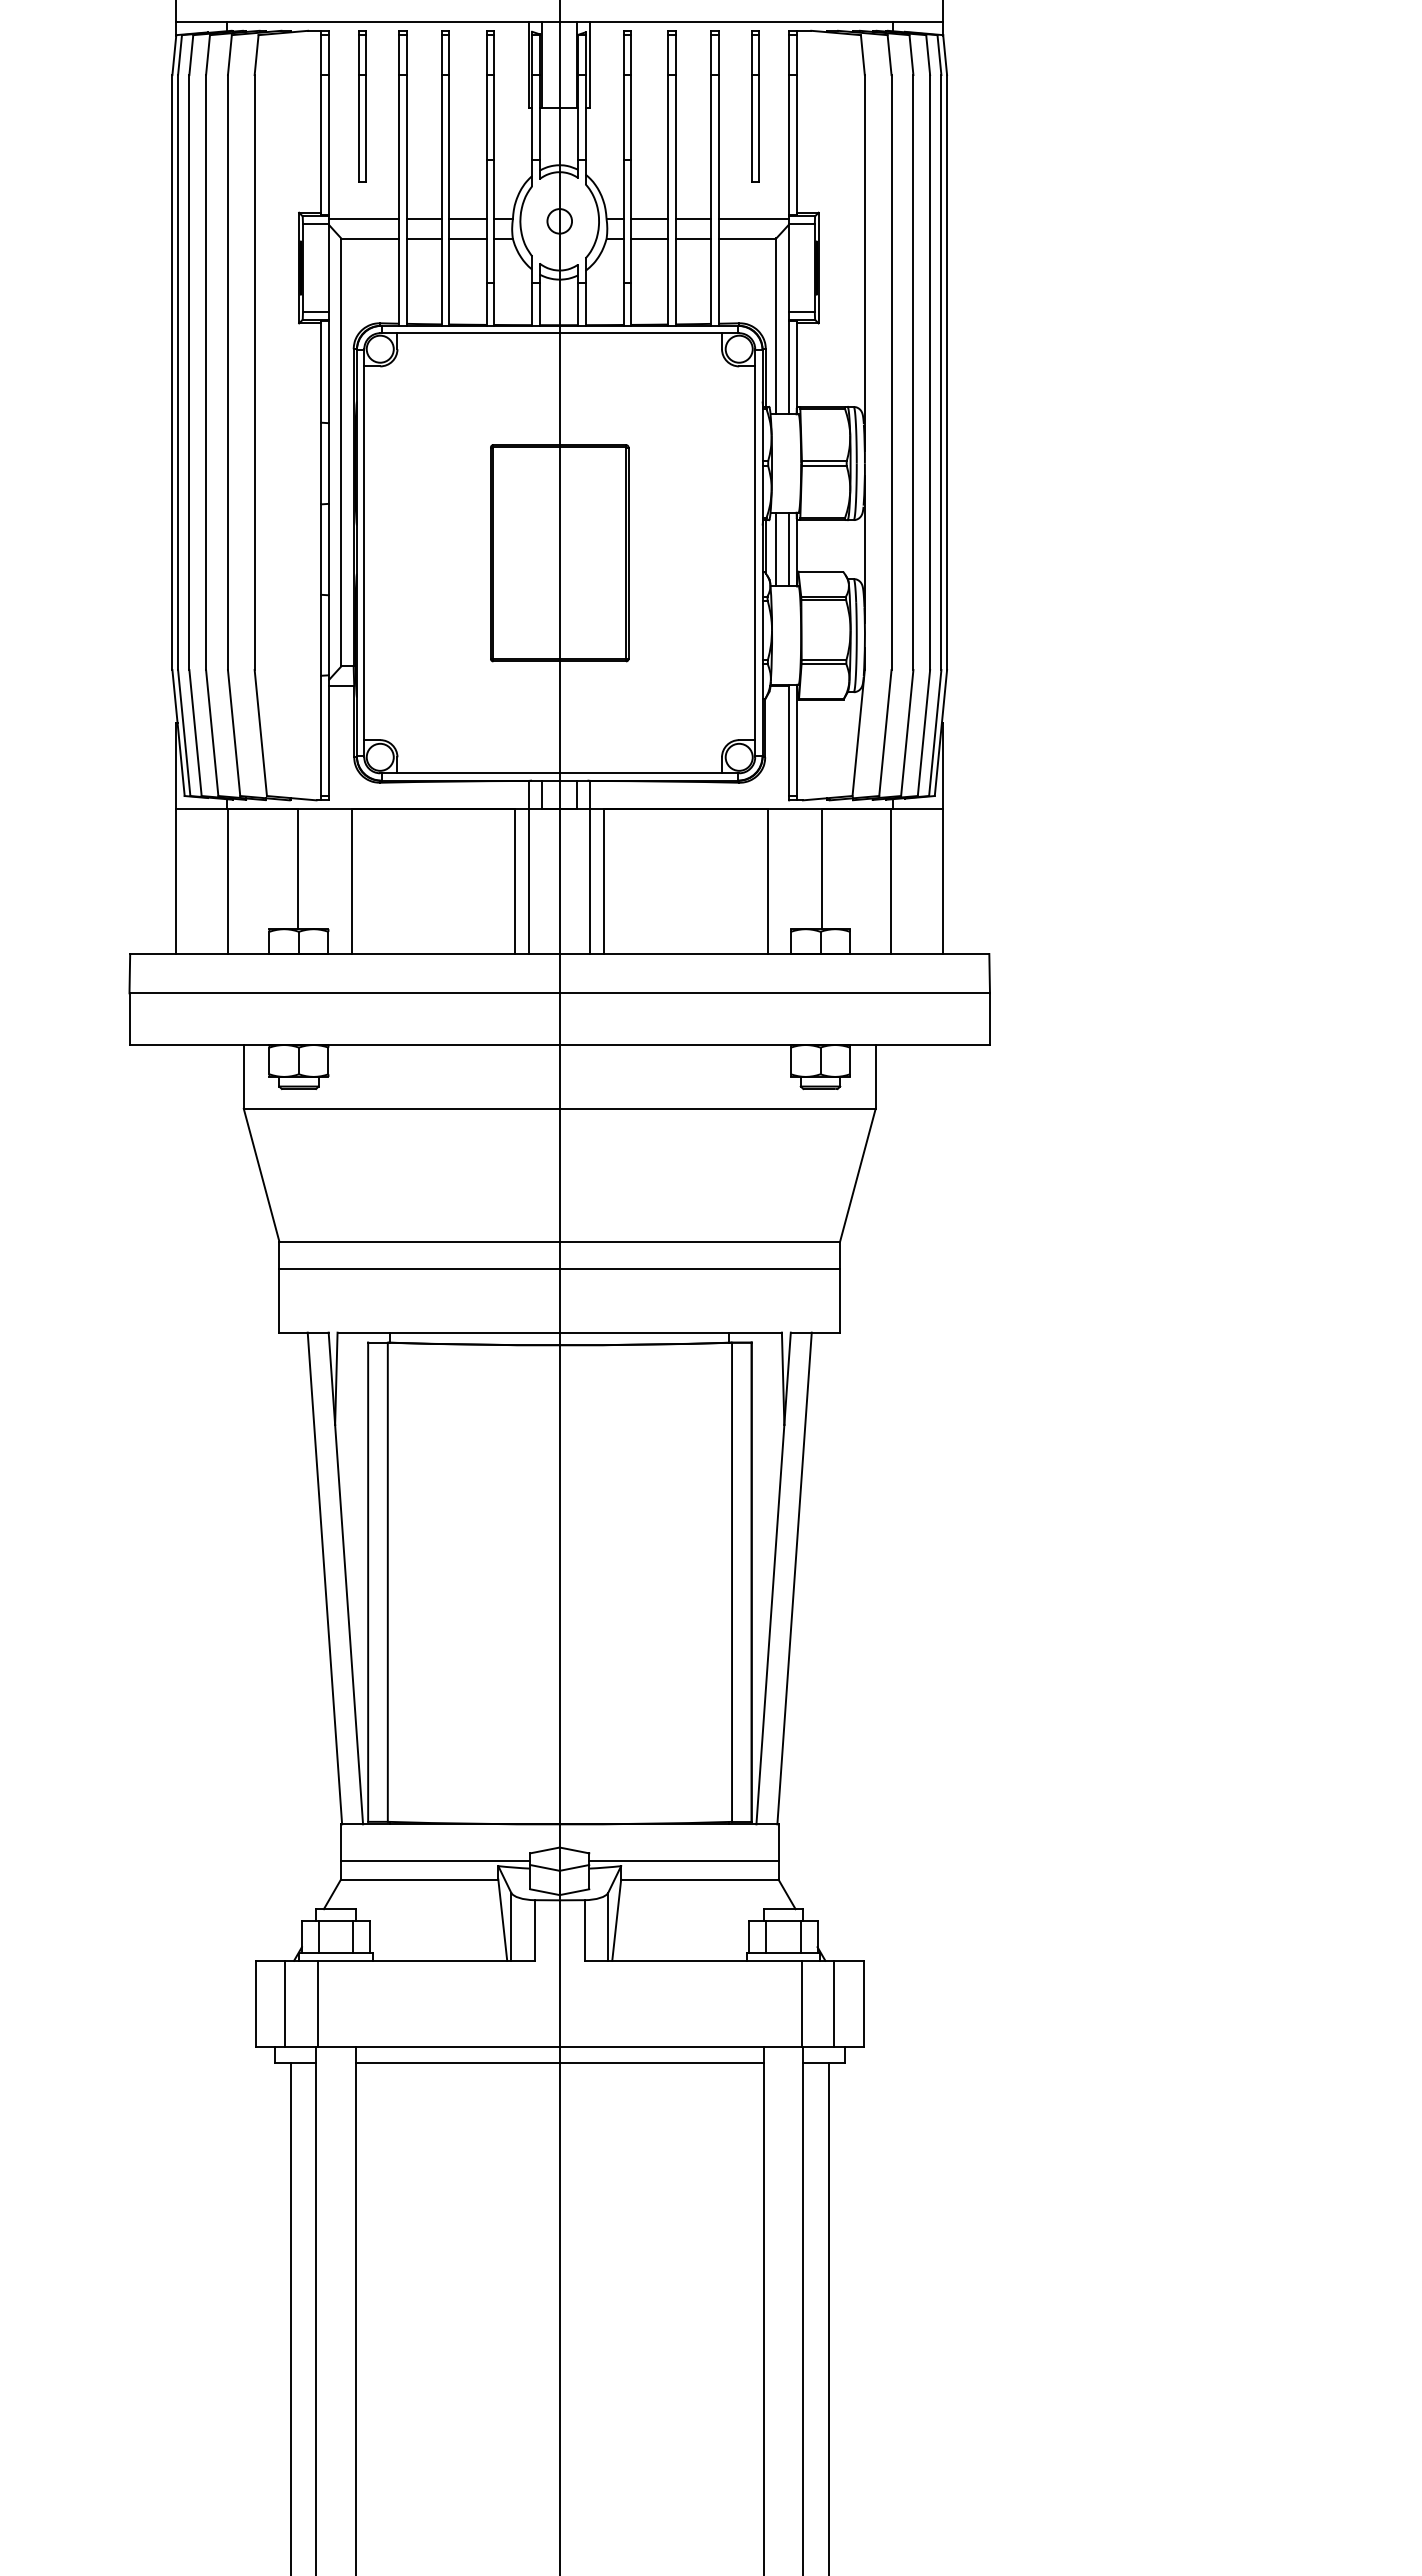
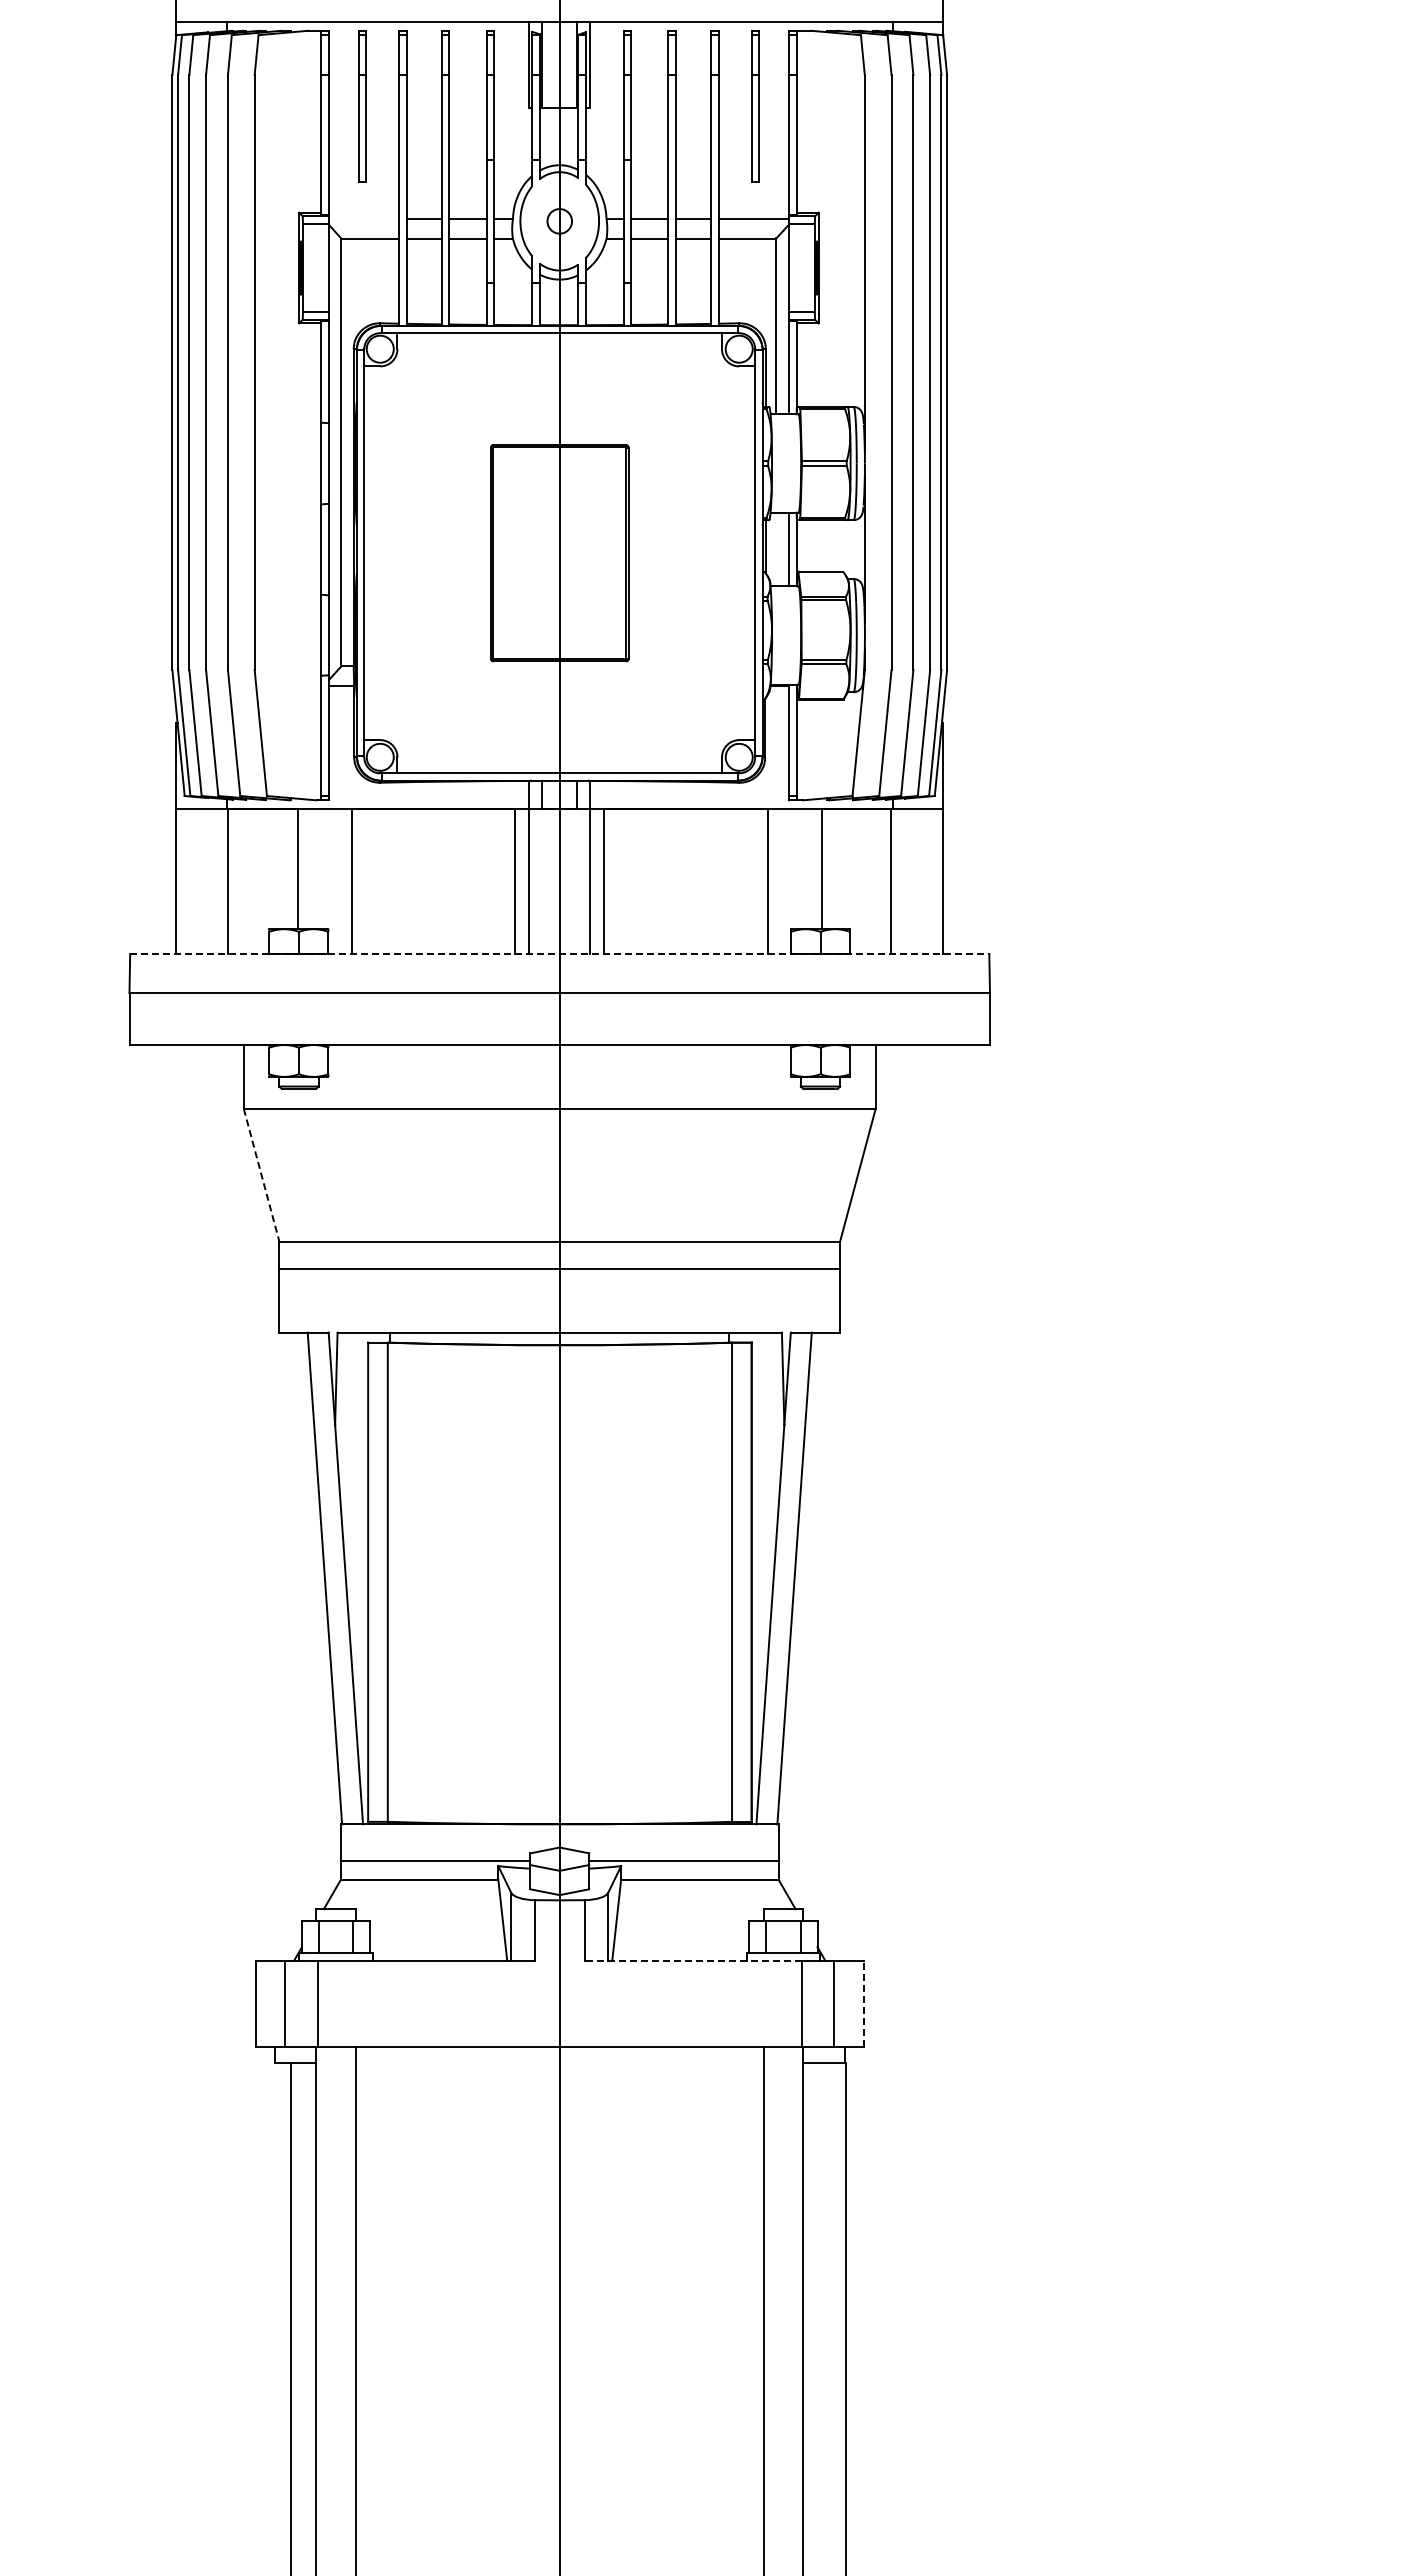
line at (363, 218): present -> none
line at (776, 549): present -> none
line at (559, 954): solid -> dashed
line at (261, 1175): solid -> dashed
line at (693, 1960): solid -> dashed
line at (863, 2003): solid -> dashed
line at (559, 2062): present -> none
line at (828, 2317) position: (828, 2317) -> (845, 2317)
